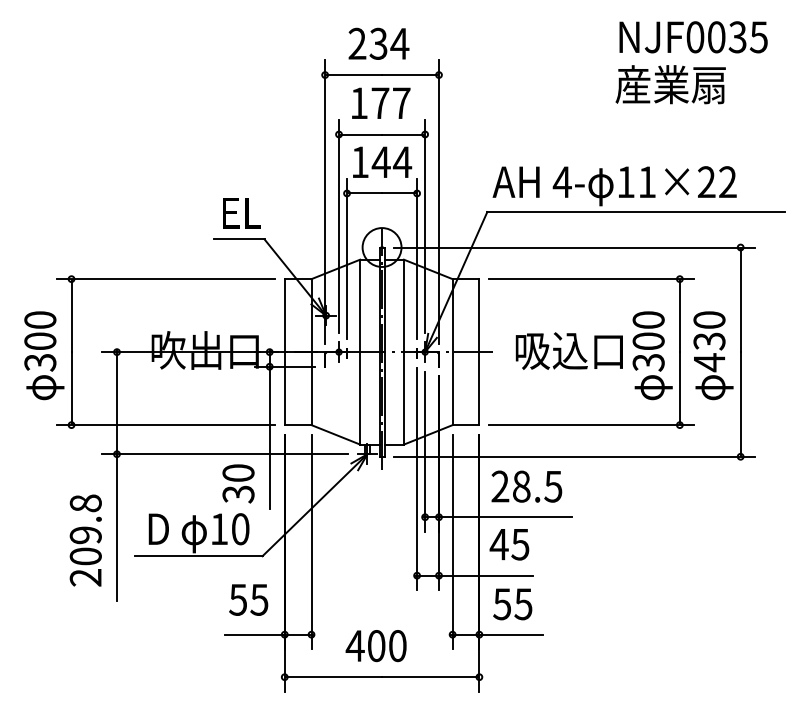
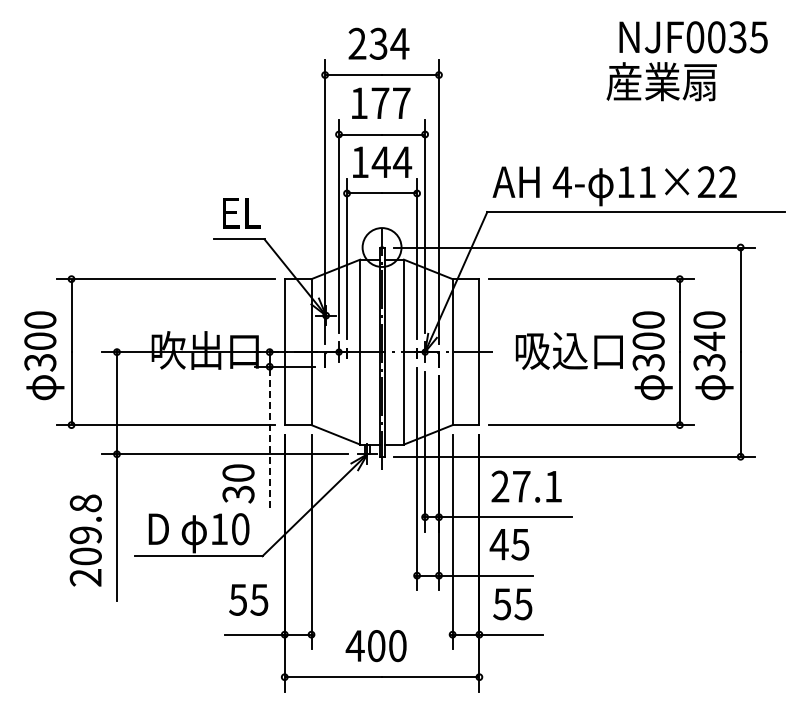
text at (670, 84) position: (670, 84) -> (661, 81)
text at (709, 351): 430 -> 340
line at (269, 439): solid -> dashed
text at (537, 486): 28.5 -> 27.1
